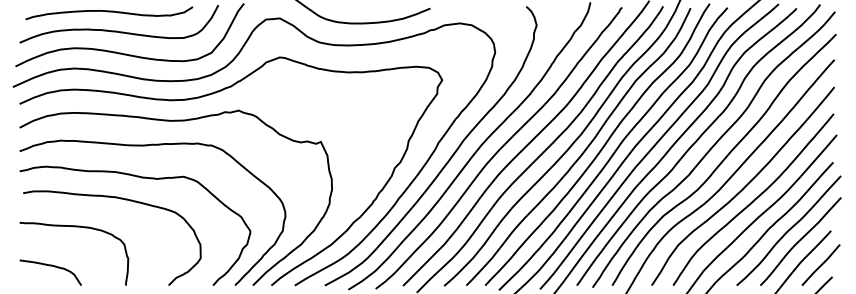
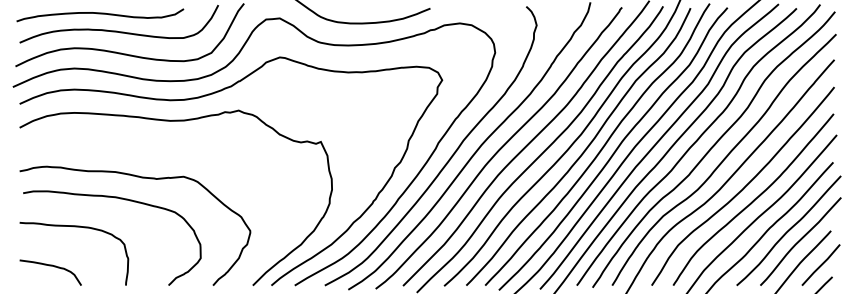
curve at (109, 12) position: (109, 12) -> (100, 14)
curve at (147, 146): present -> none
